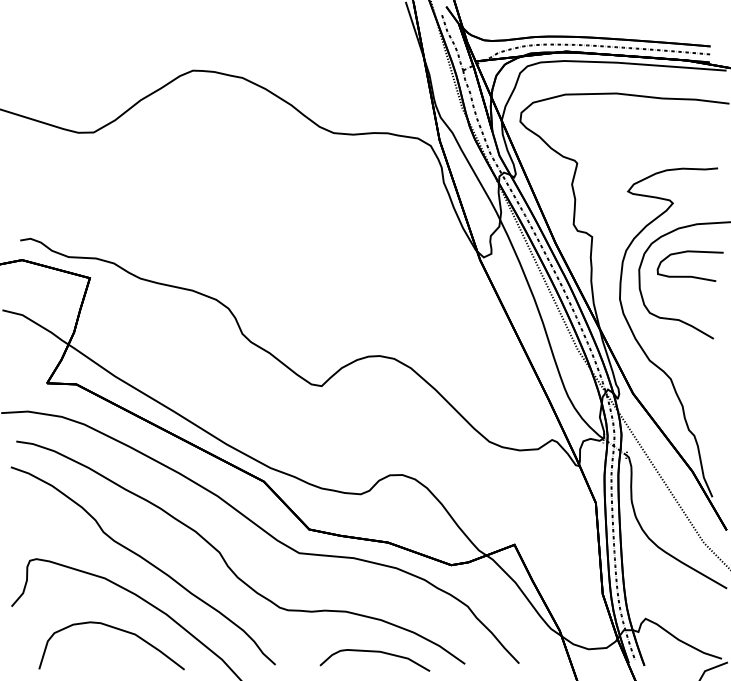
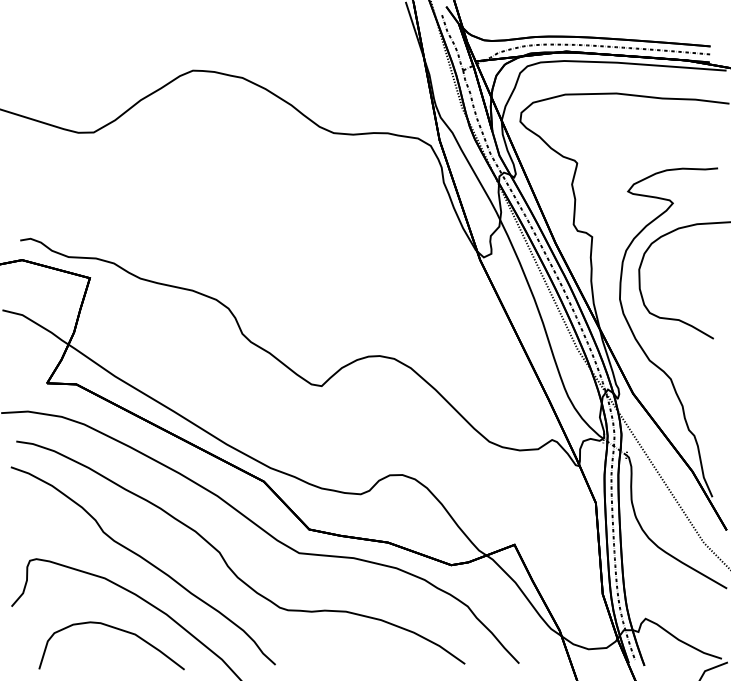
curve at (689, 275): present -> none
curve at (374, 652): present -> none
